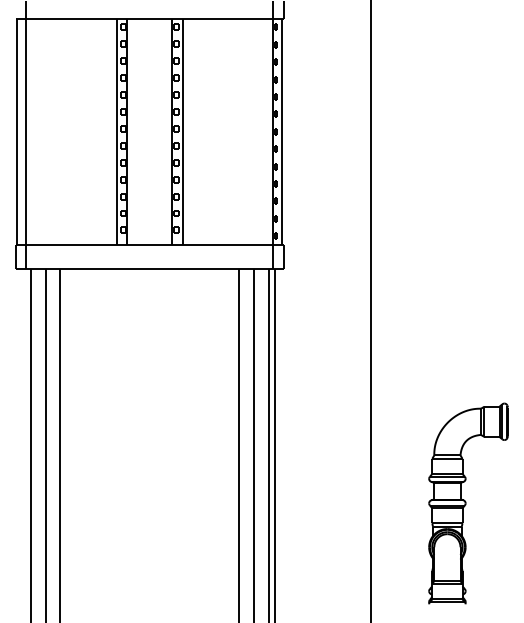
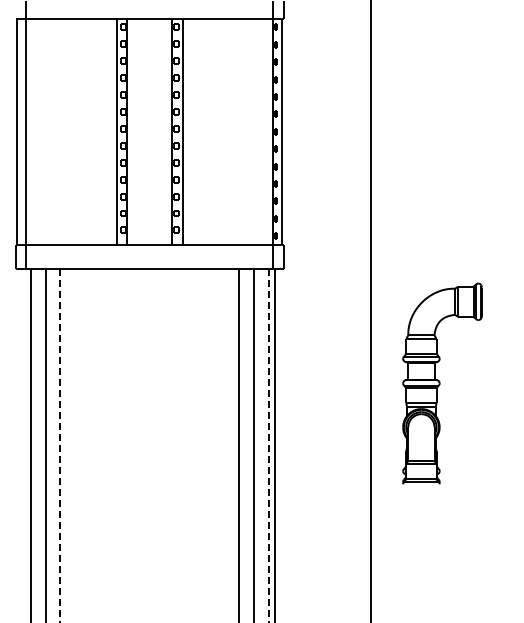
line at (60, 445): solid -> dashed
line at (268, 445): solid -> dashed
part at (468, 503) position: (468, 503) -> (442, 383)
